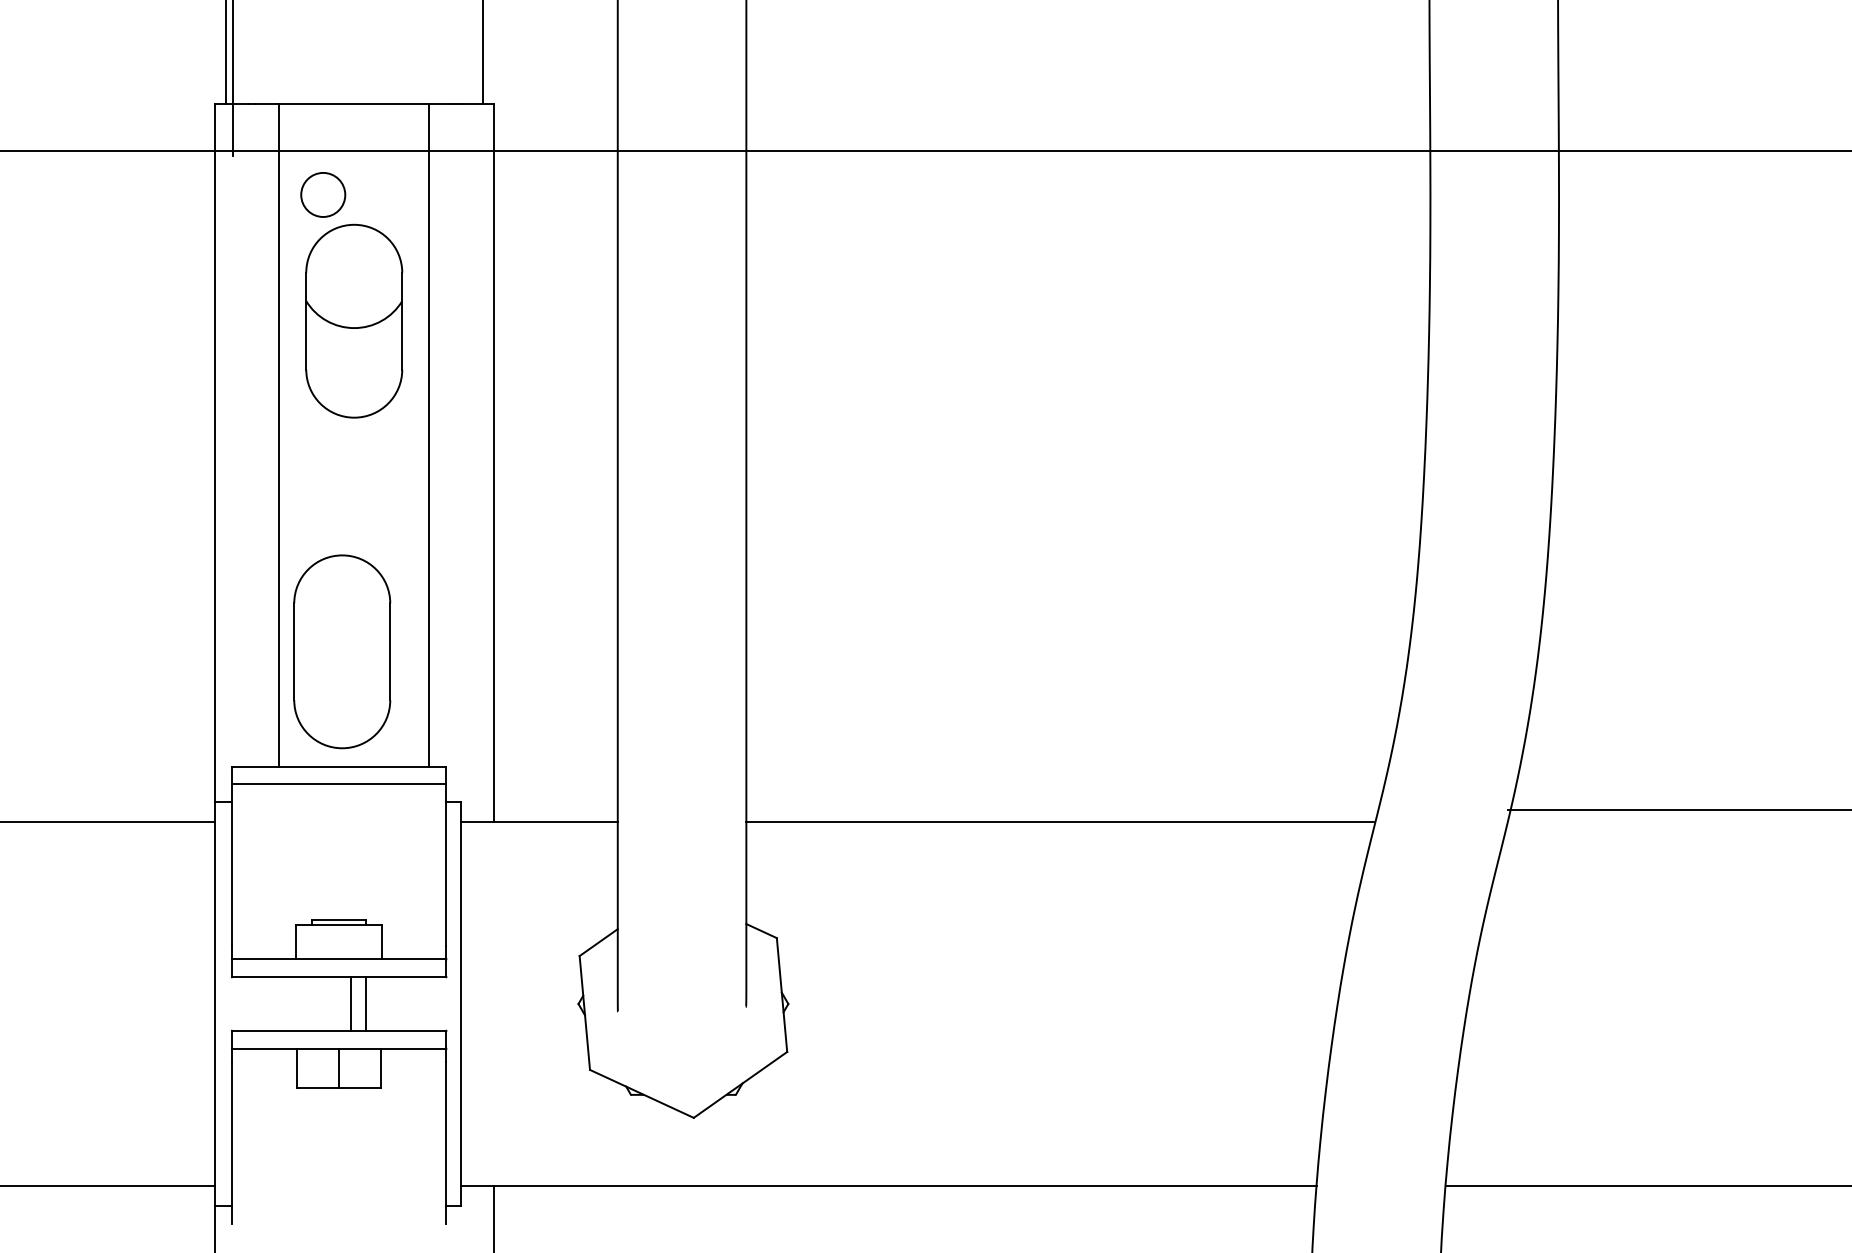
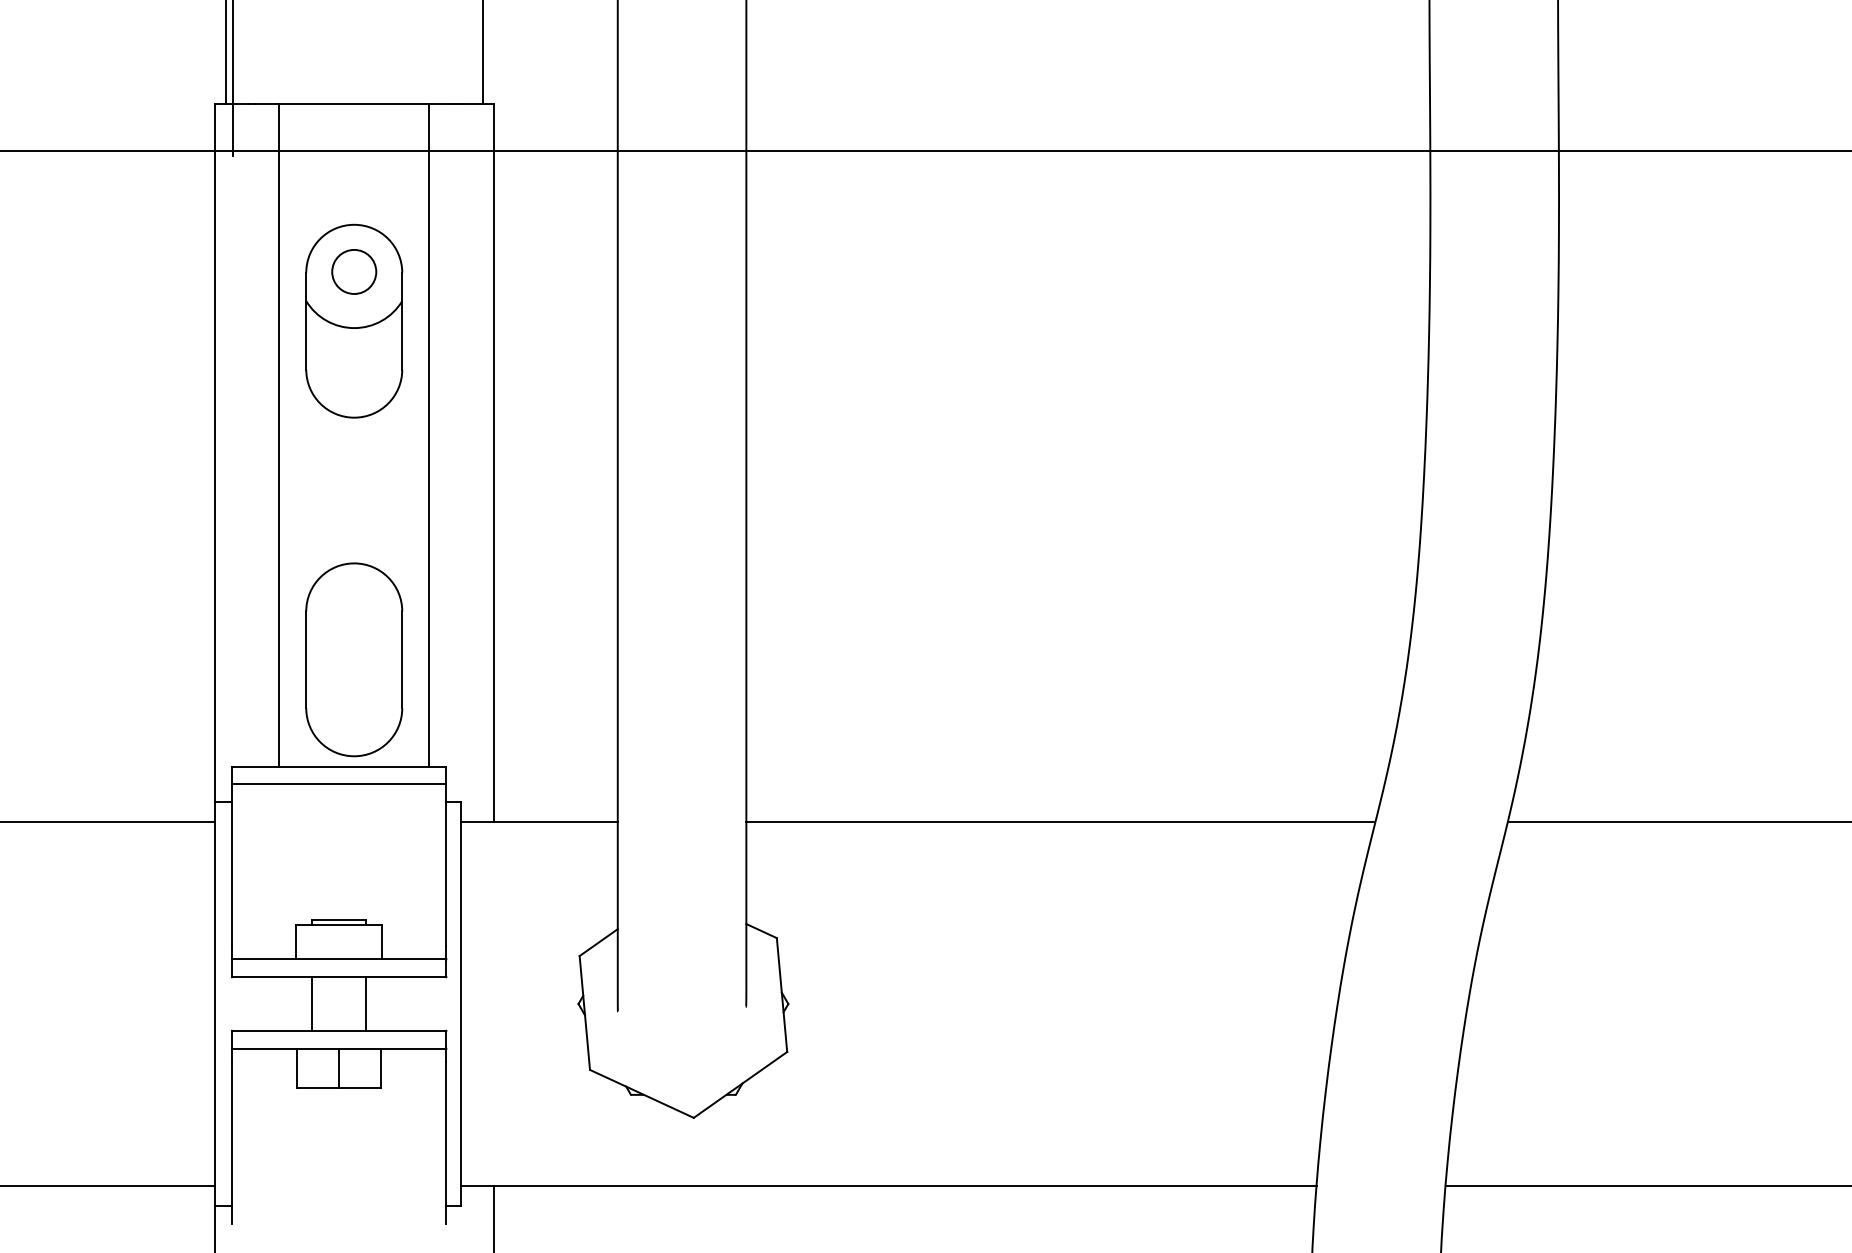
circle at (323, 194) position: (323, 194) -> (354, 271)
part at (342, 651) position: (342, 651) -> (354, 659)
line at (1677, 809) position: (1677, 809) -> (1677, 821)
line at (351, 1003) position: (351, 1003) -> (312, 1003)
